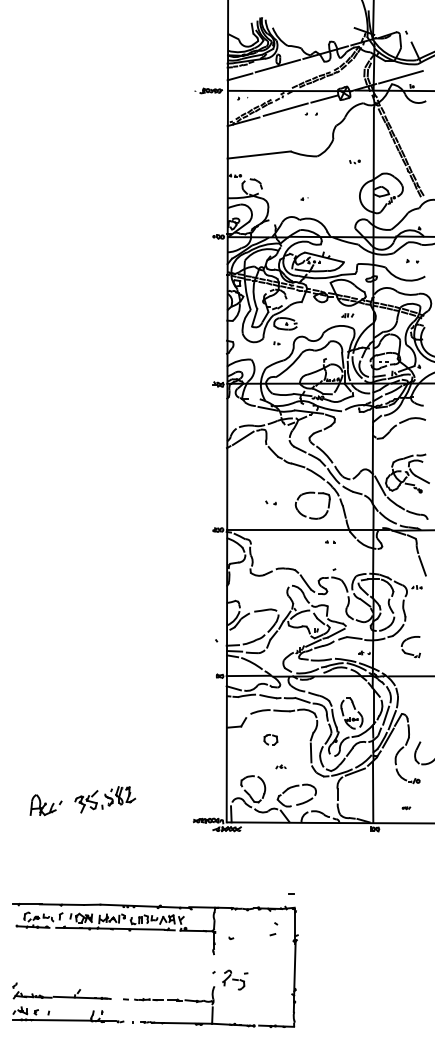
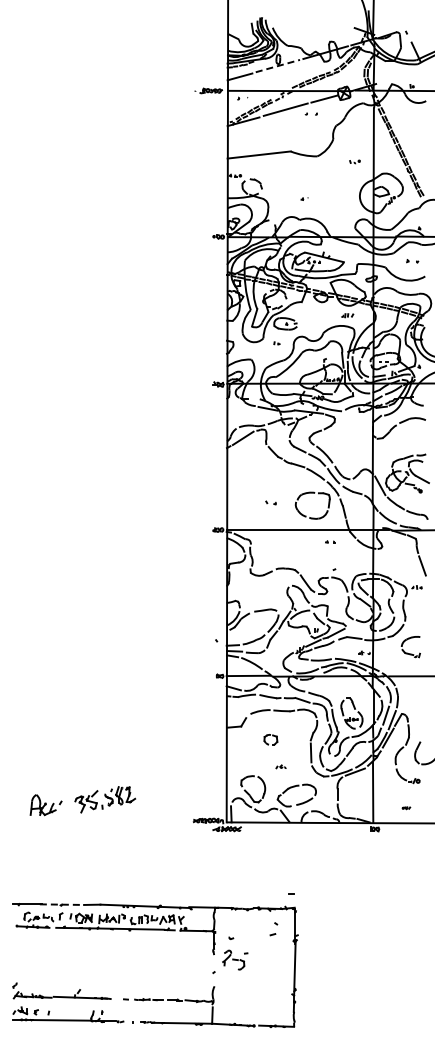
line at (277, 66): solid -> dashed
line at (400, 77): present -> none
line at (62, 904): solid -> dashed
part at (235, 979) position: (235, 979) -> (235, 959)
